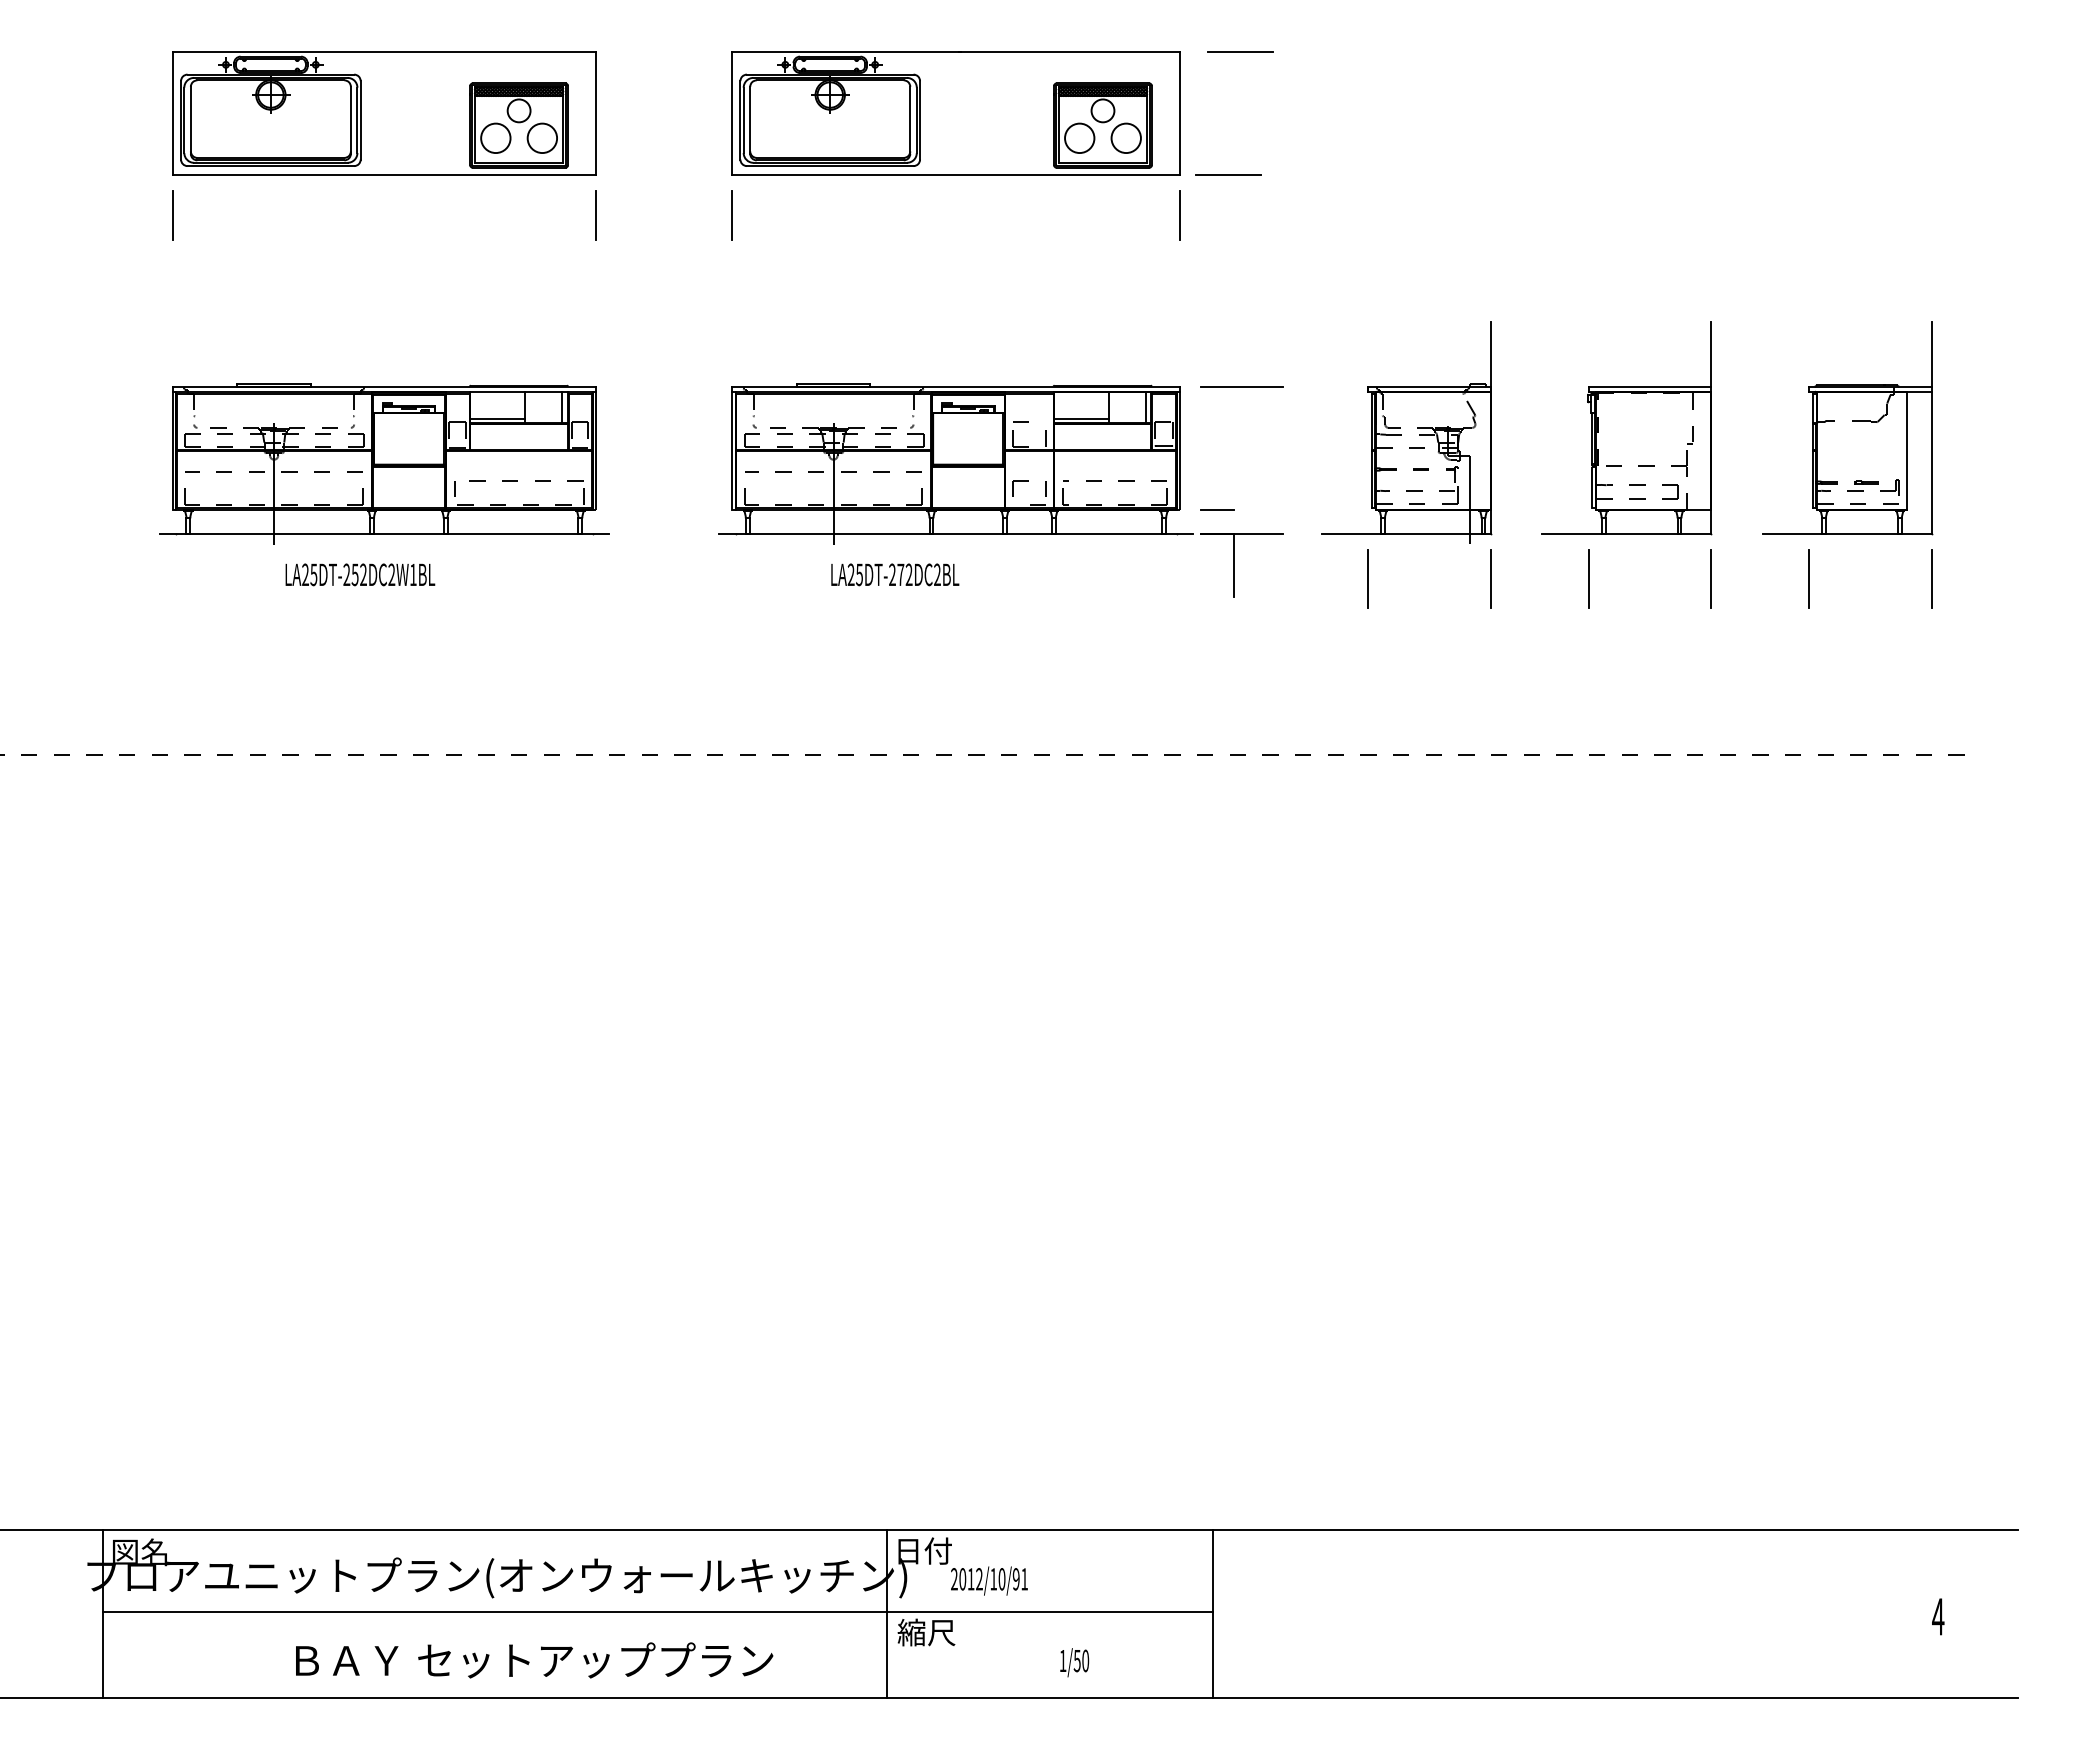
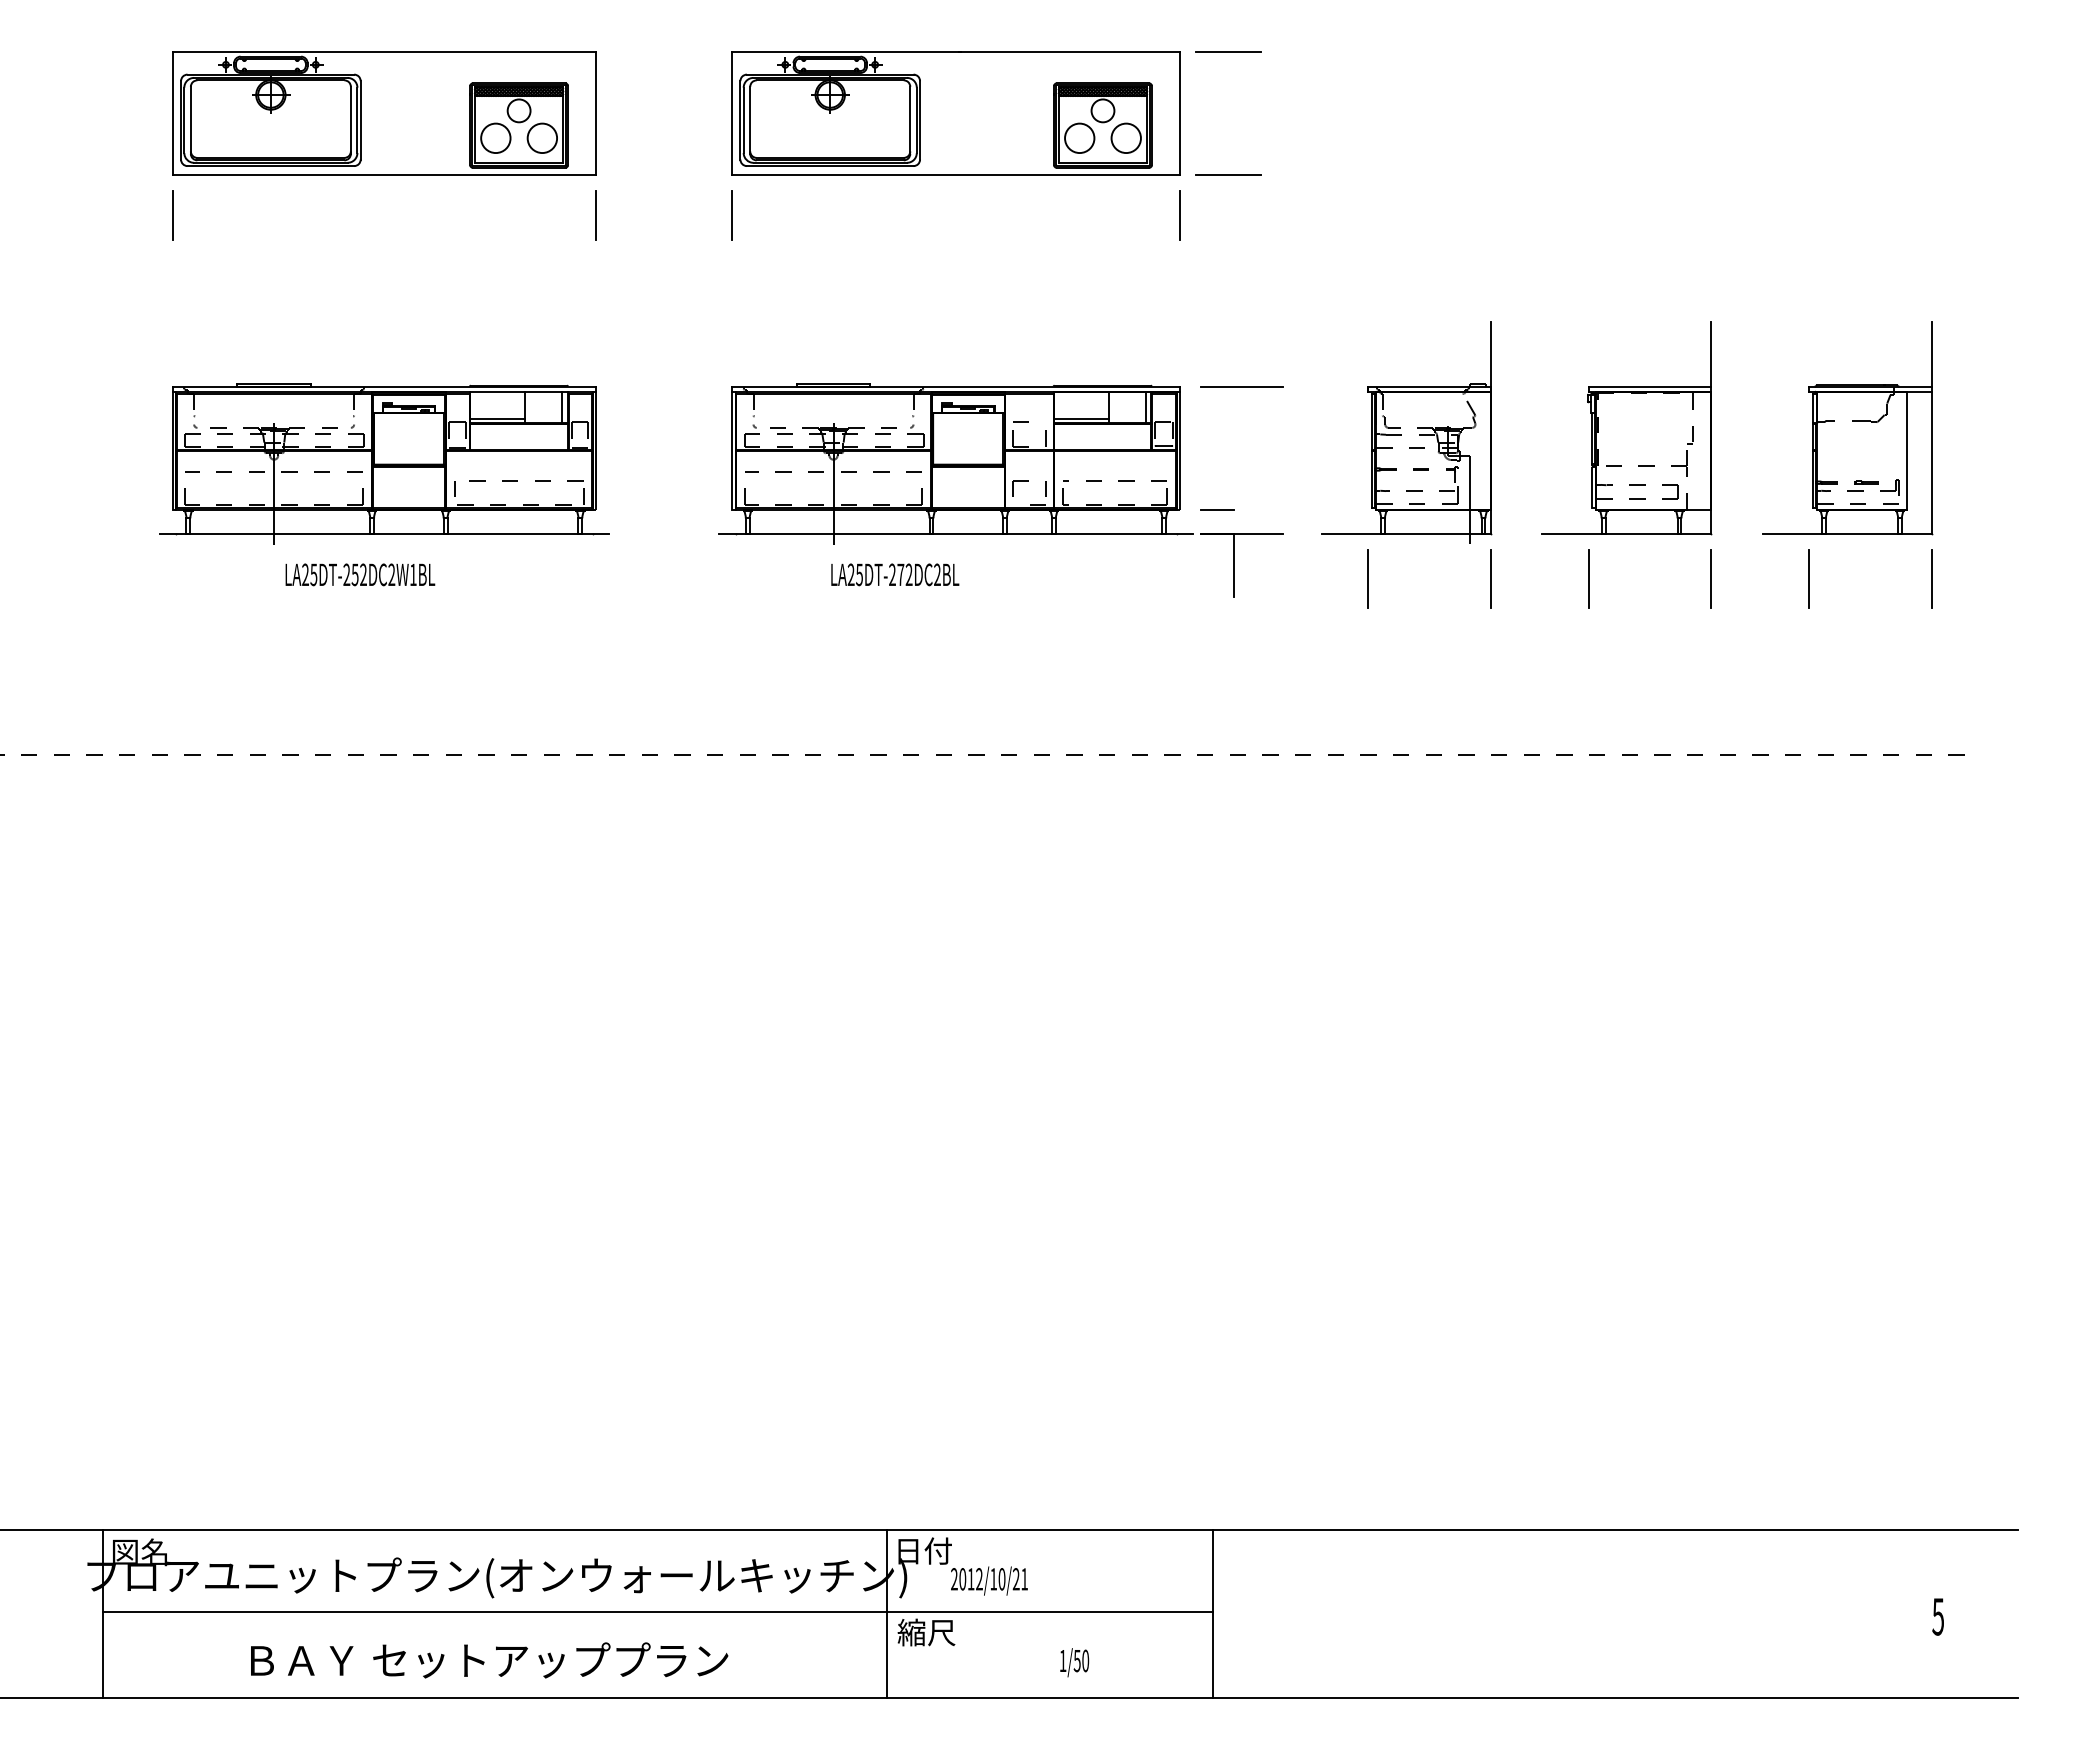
line at (1240, 51) position: (1240, 51) -> (1228, 51)
text at (1015, 1579): 2012/10/91 -> 2012/10/21
text at (1938, 1616): 4 -> 5
text at (534, 1660) position: (534, 1660) -> (489, 1660)
